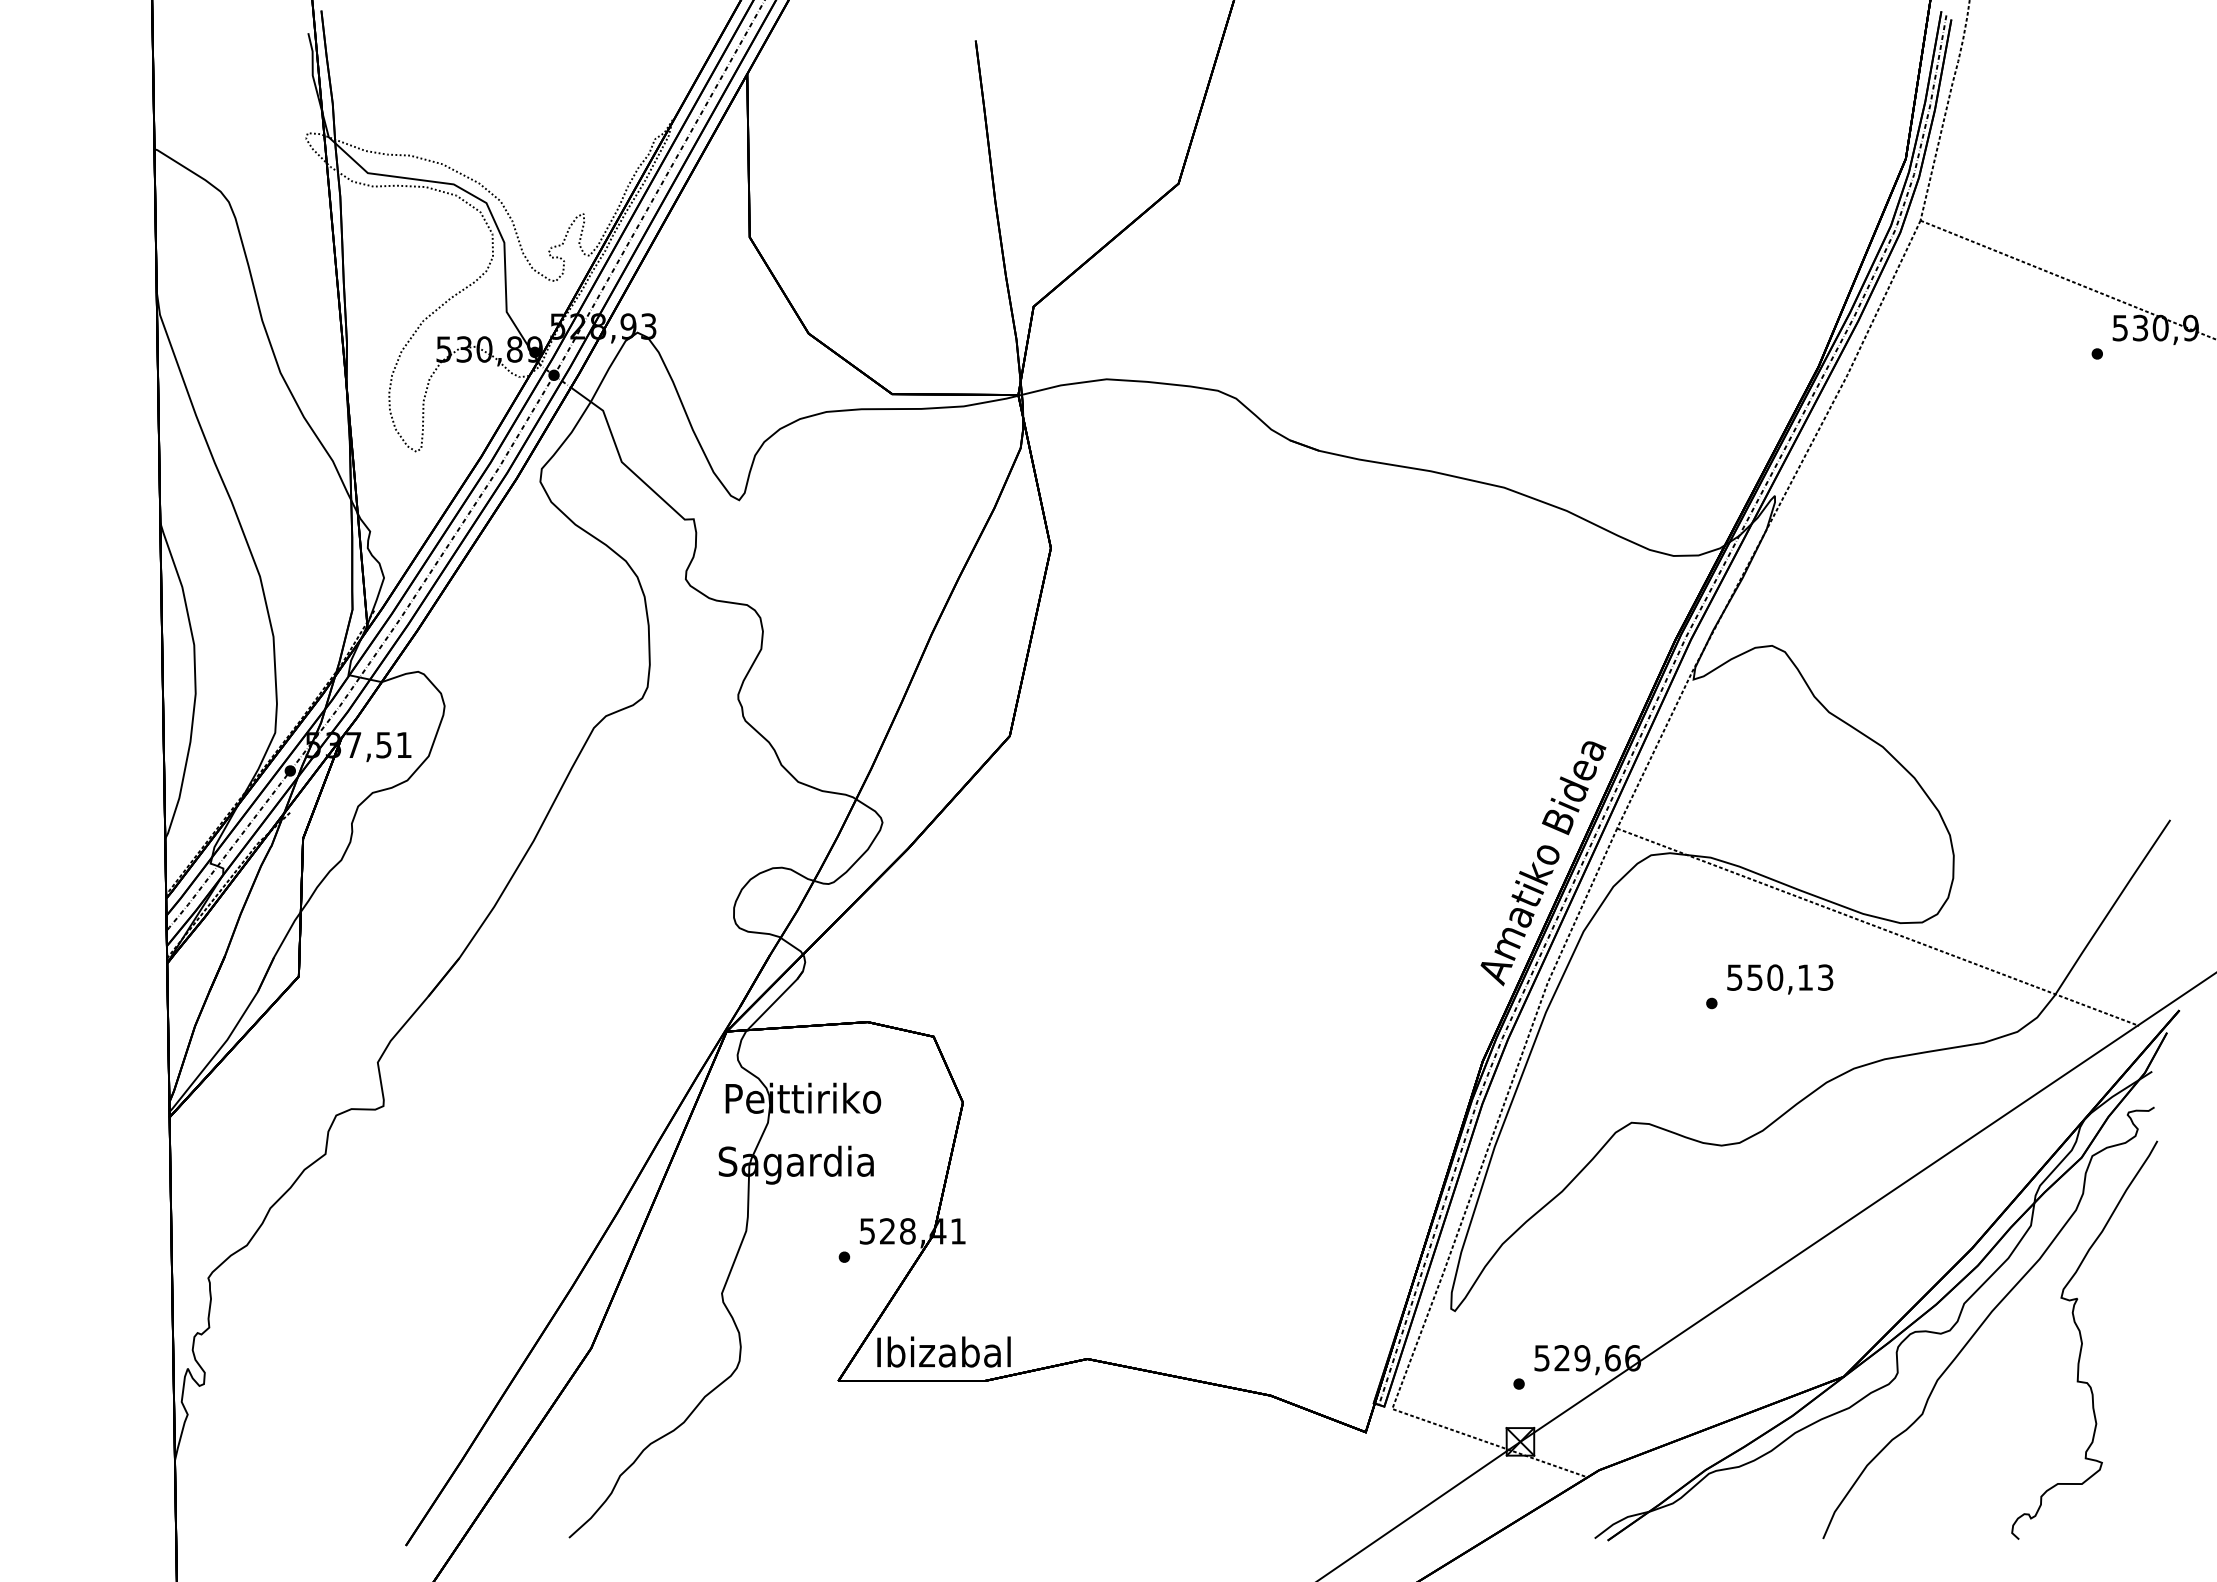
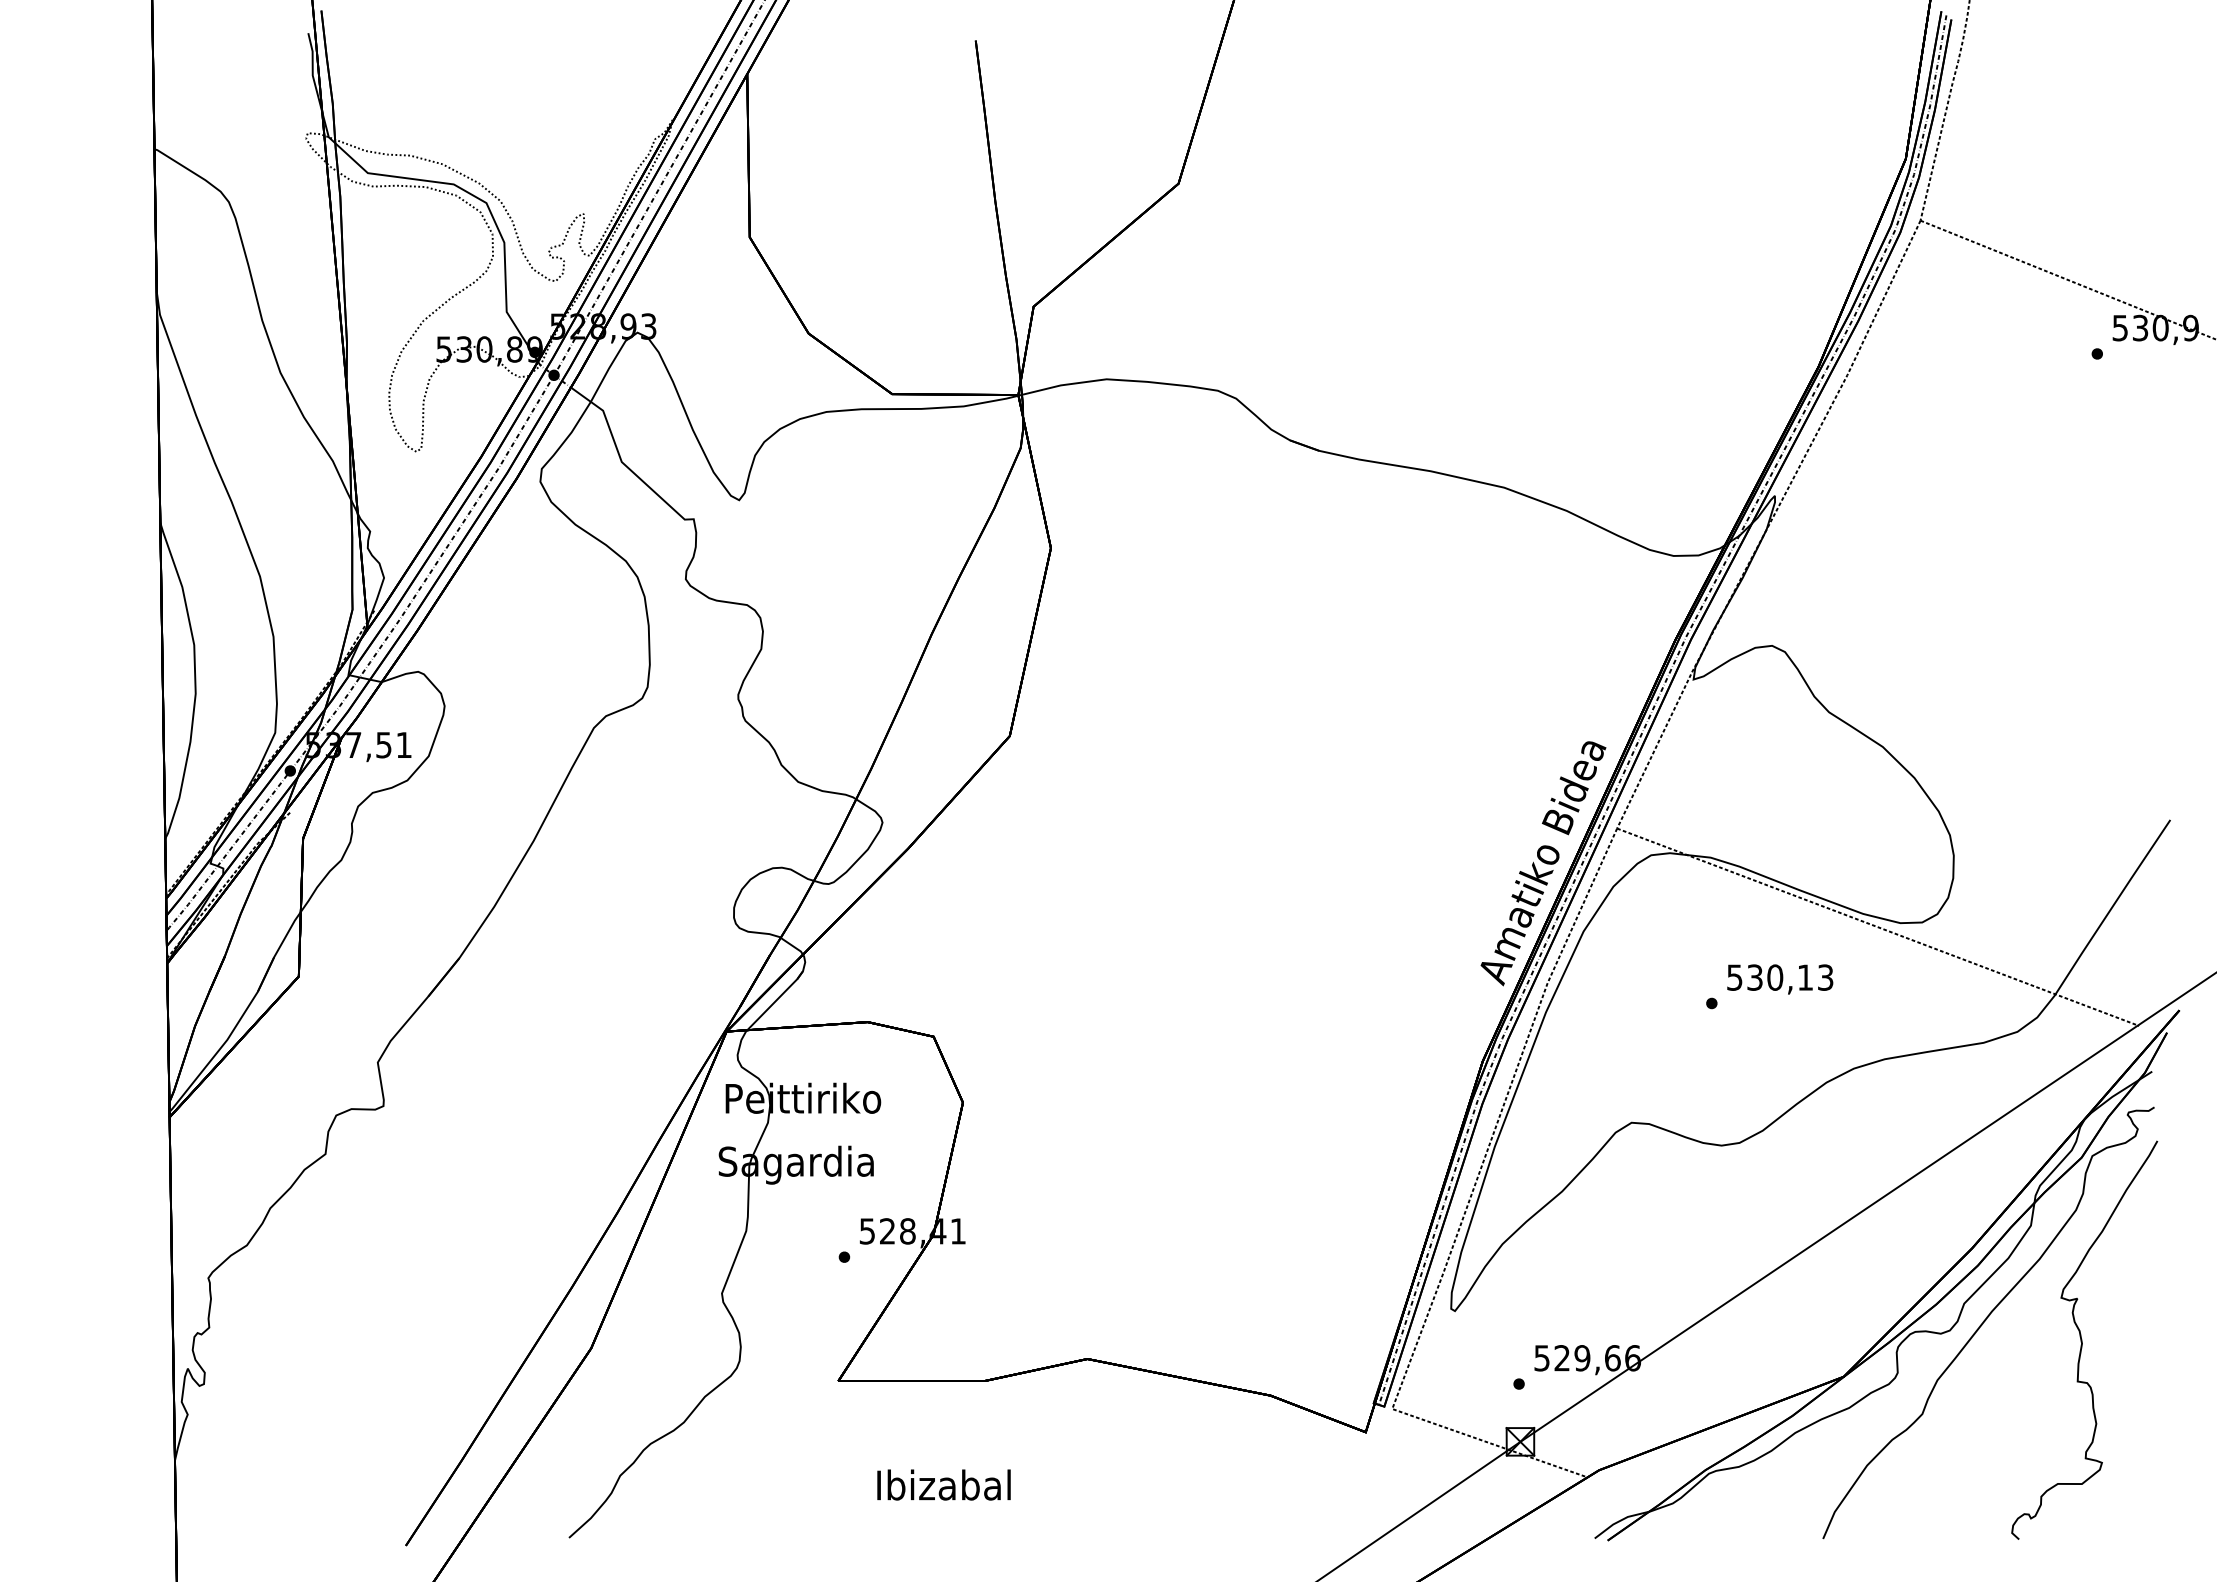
text at (1755, 977): 550,13 -> 530,13
text at (943, 1351) position: (943, 1351) -> (943, 1484)
